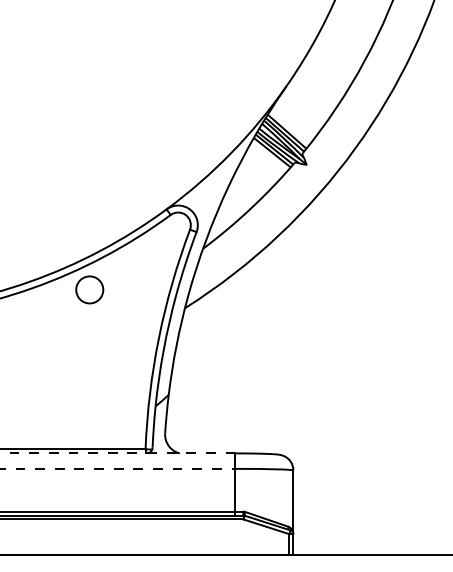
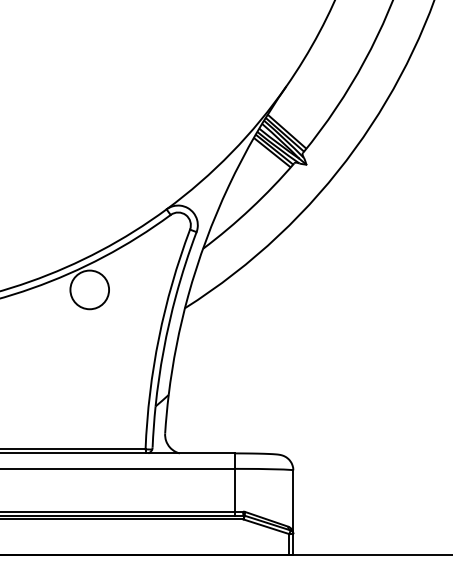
circle at (89, 289) diameter: 27 px -> 39 px
line at (117, 453): dashed -> solid
line at (118, 468): dashed -> solid
